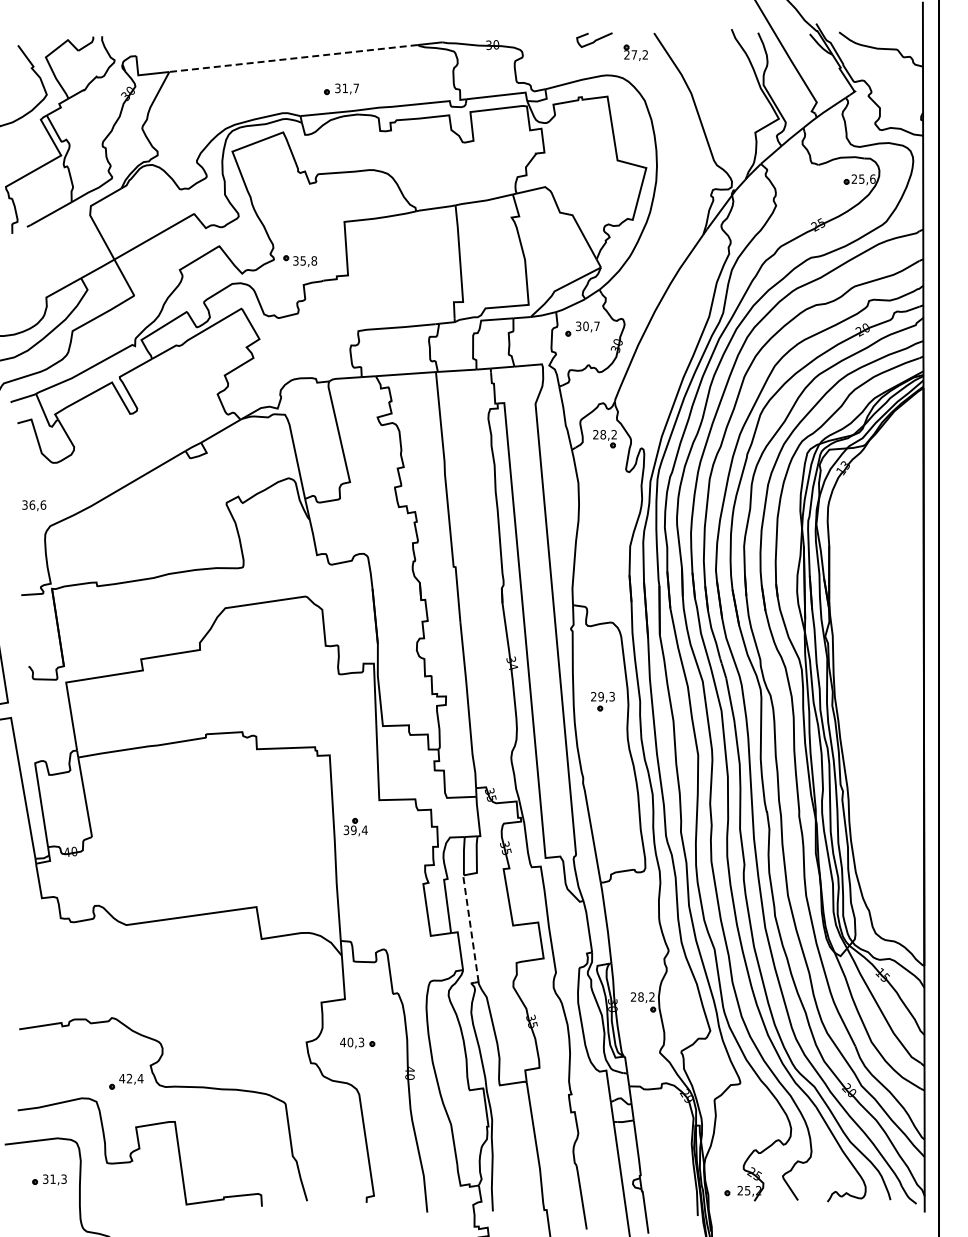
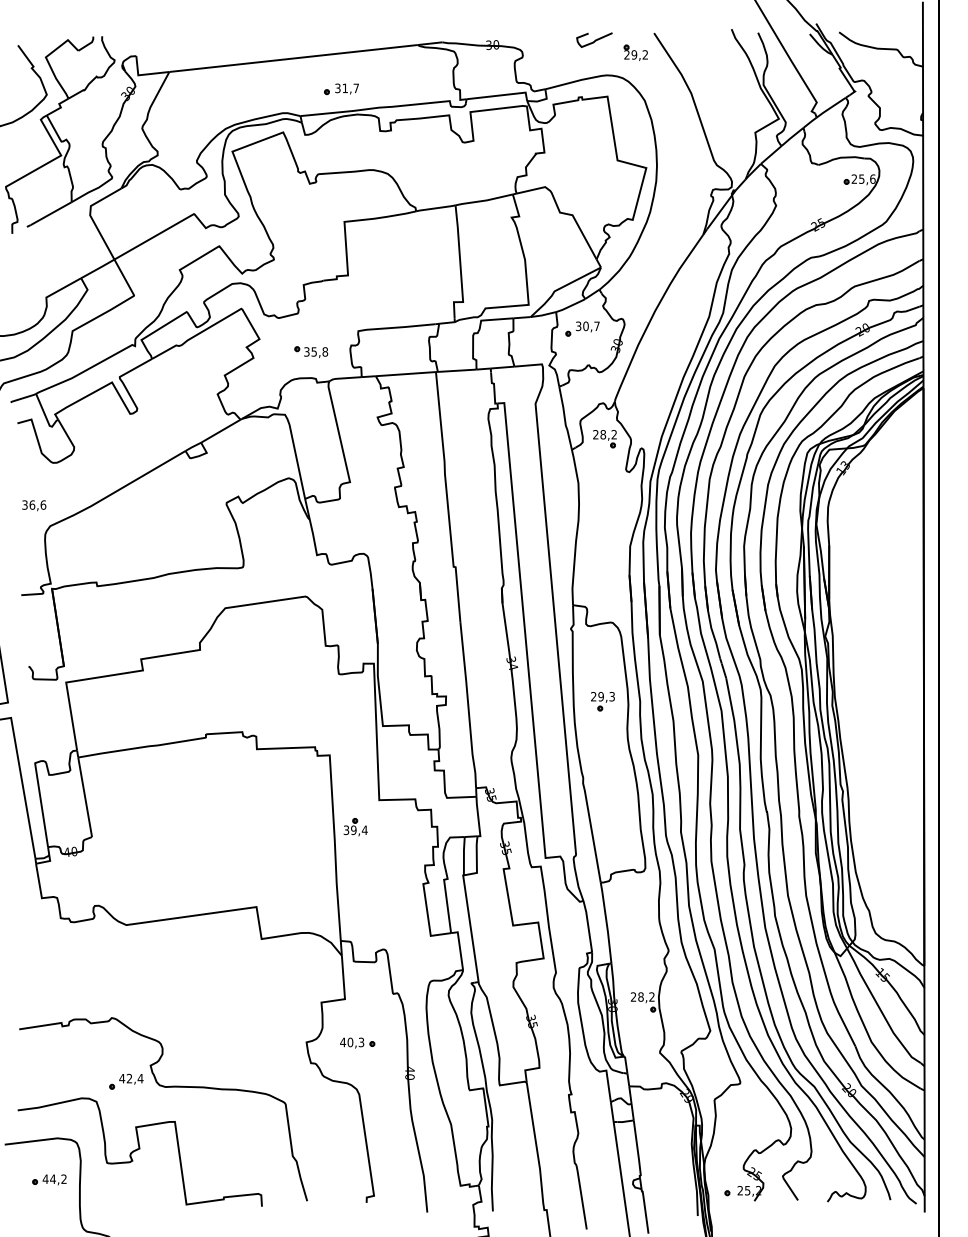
text at (634, 54): 27,2 -> 29,2
line at (293, 58): dashed -> solid
part at (300, 260) position: (300, 260) -> (311, 351)
line at (470, 927): dashed -> solid
text at (54, 1178): 31,3 -> 44,2
